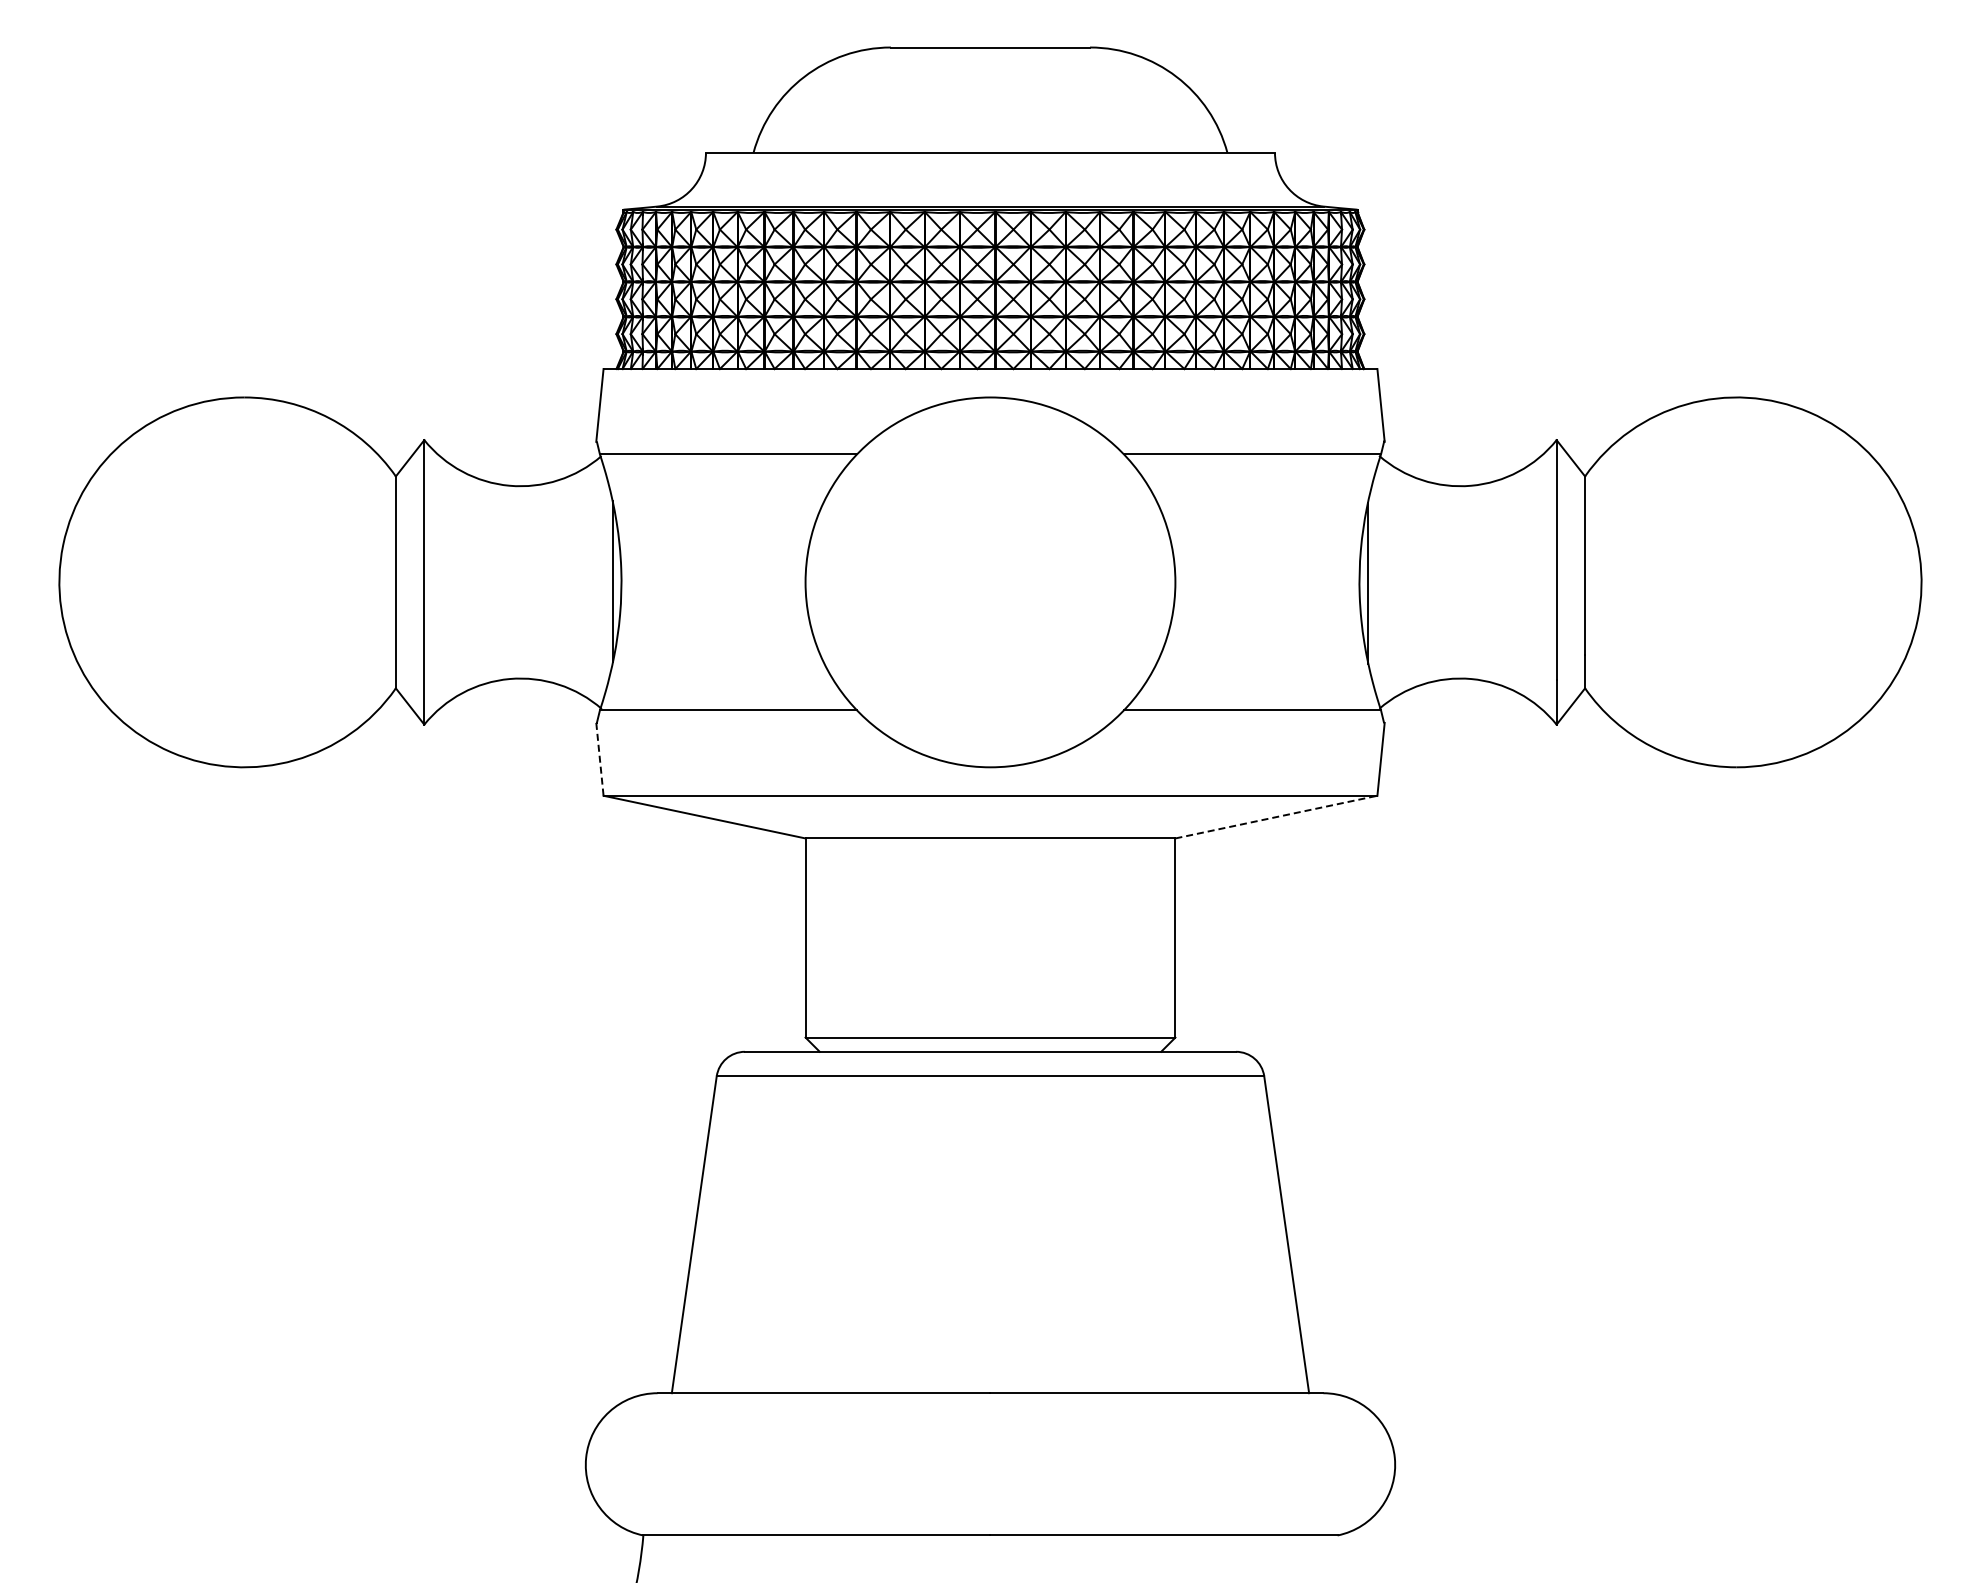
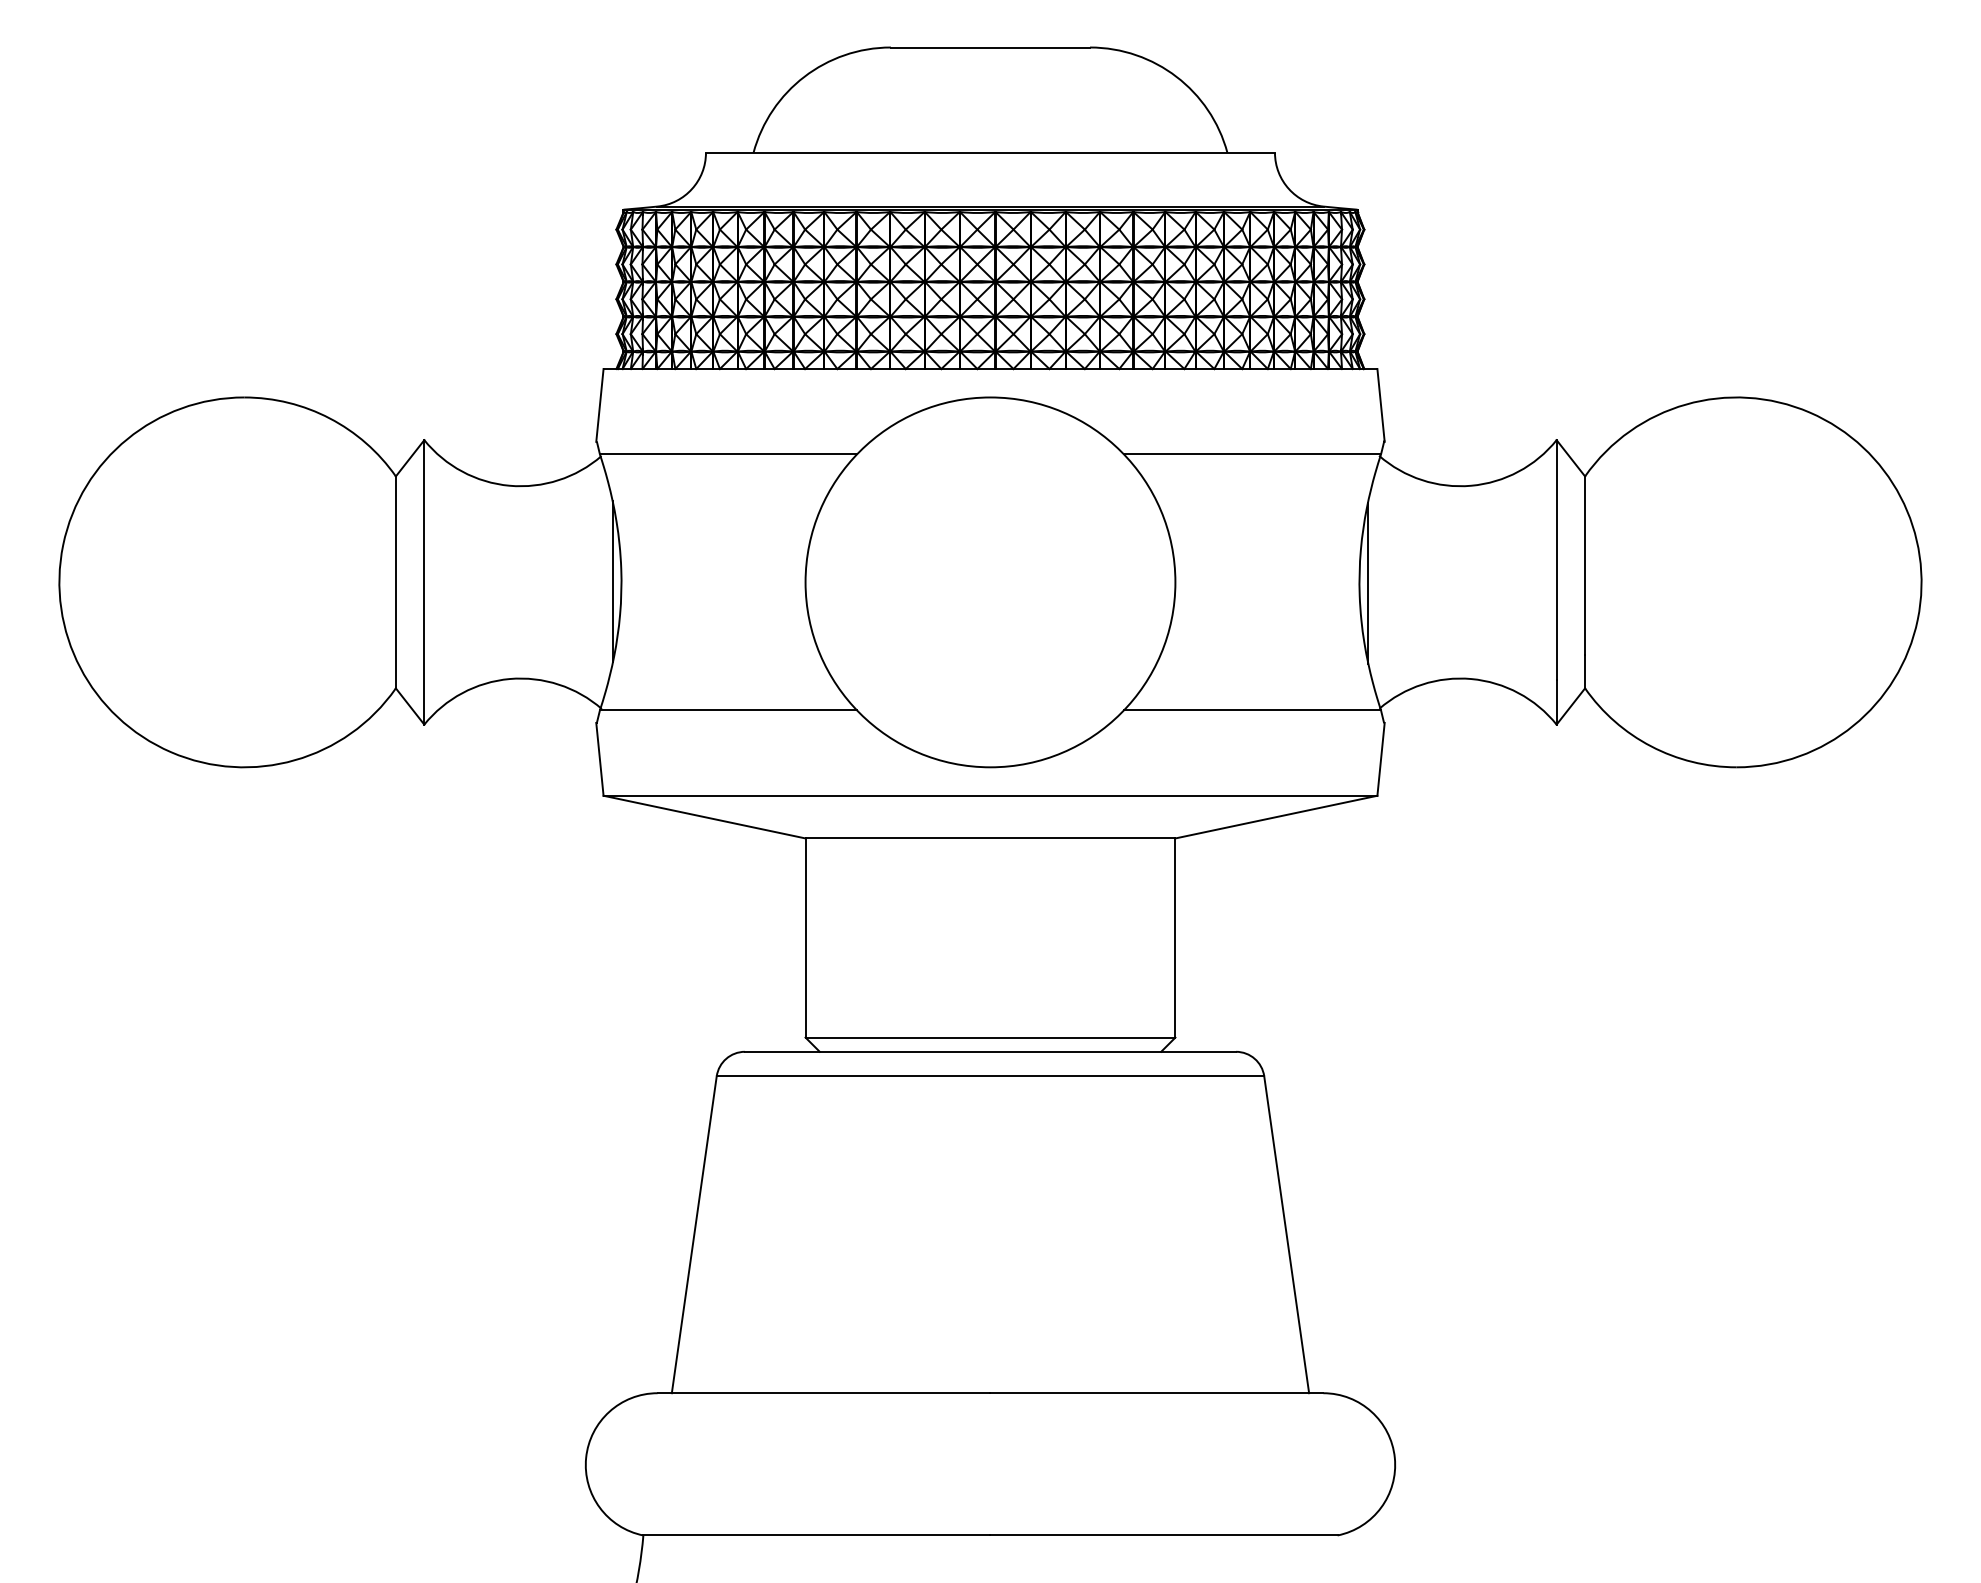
line at (599, 759): dashed -> solid
line at (1276, 817): dashed -> solid
